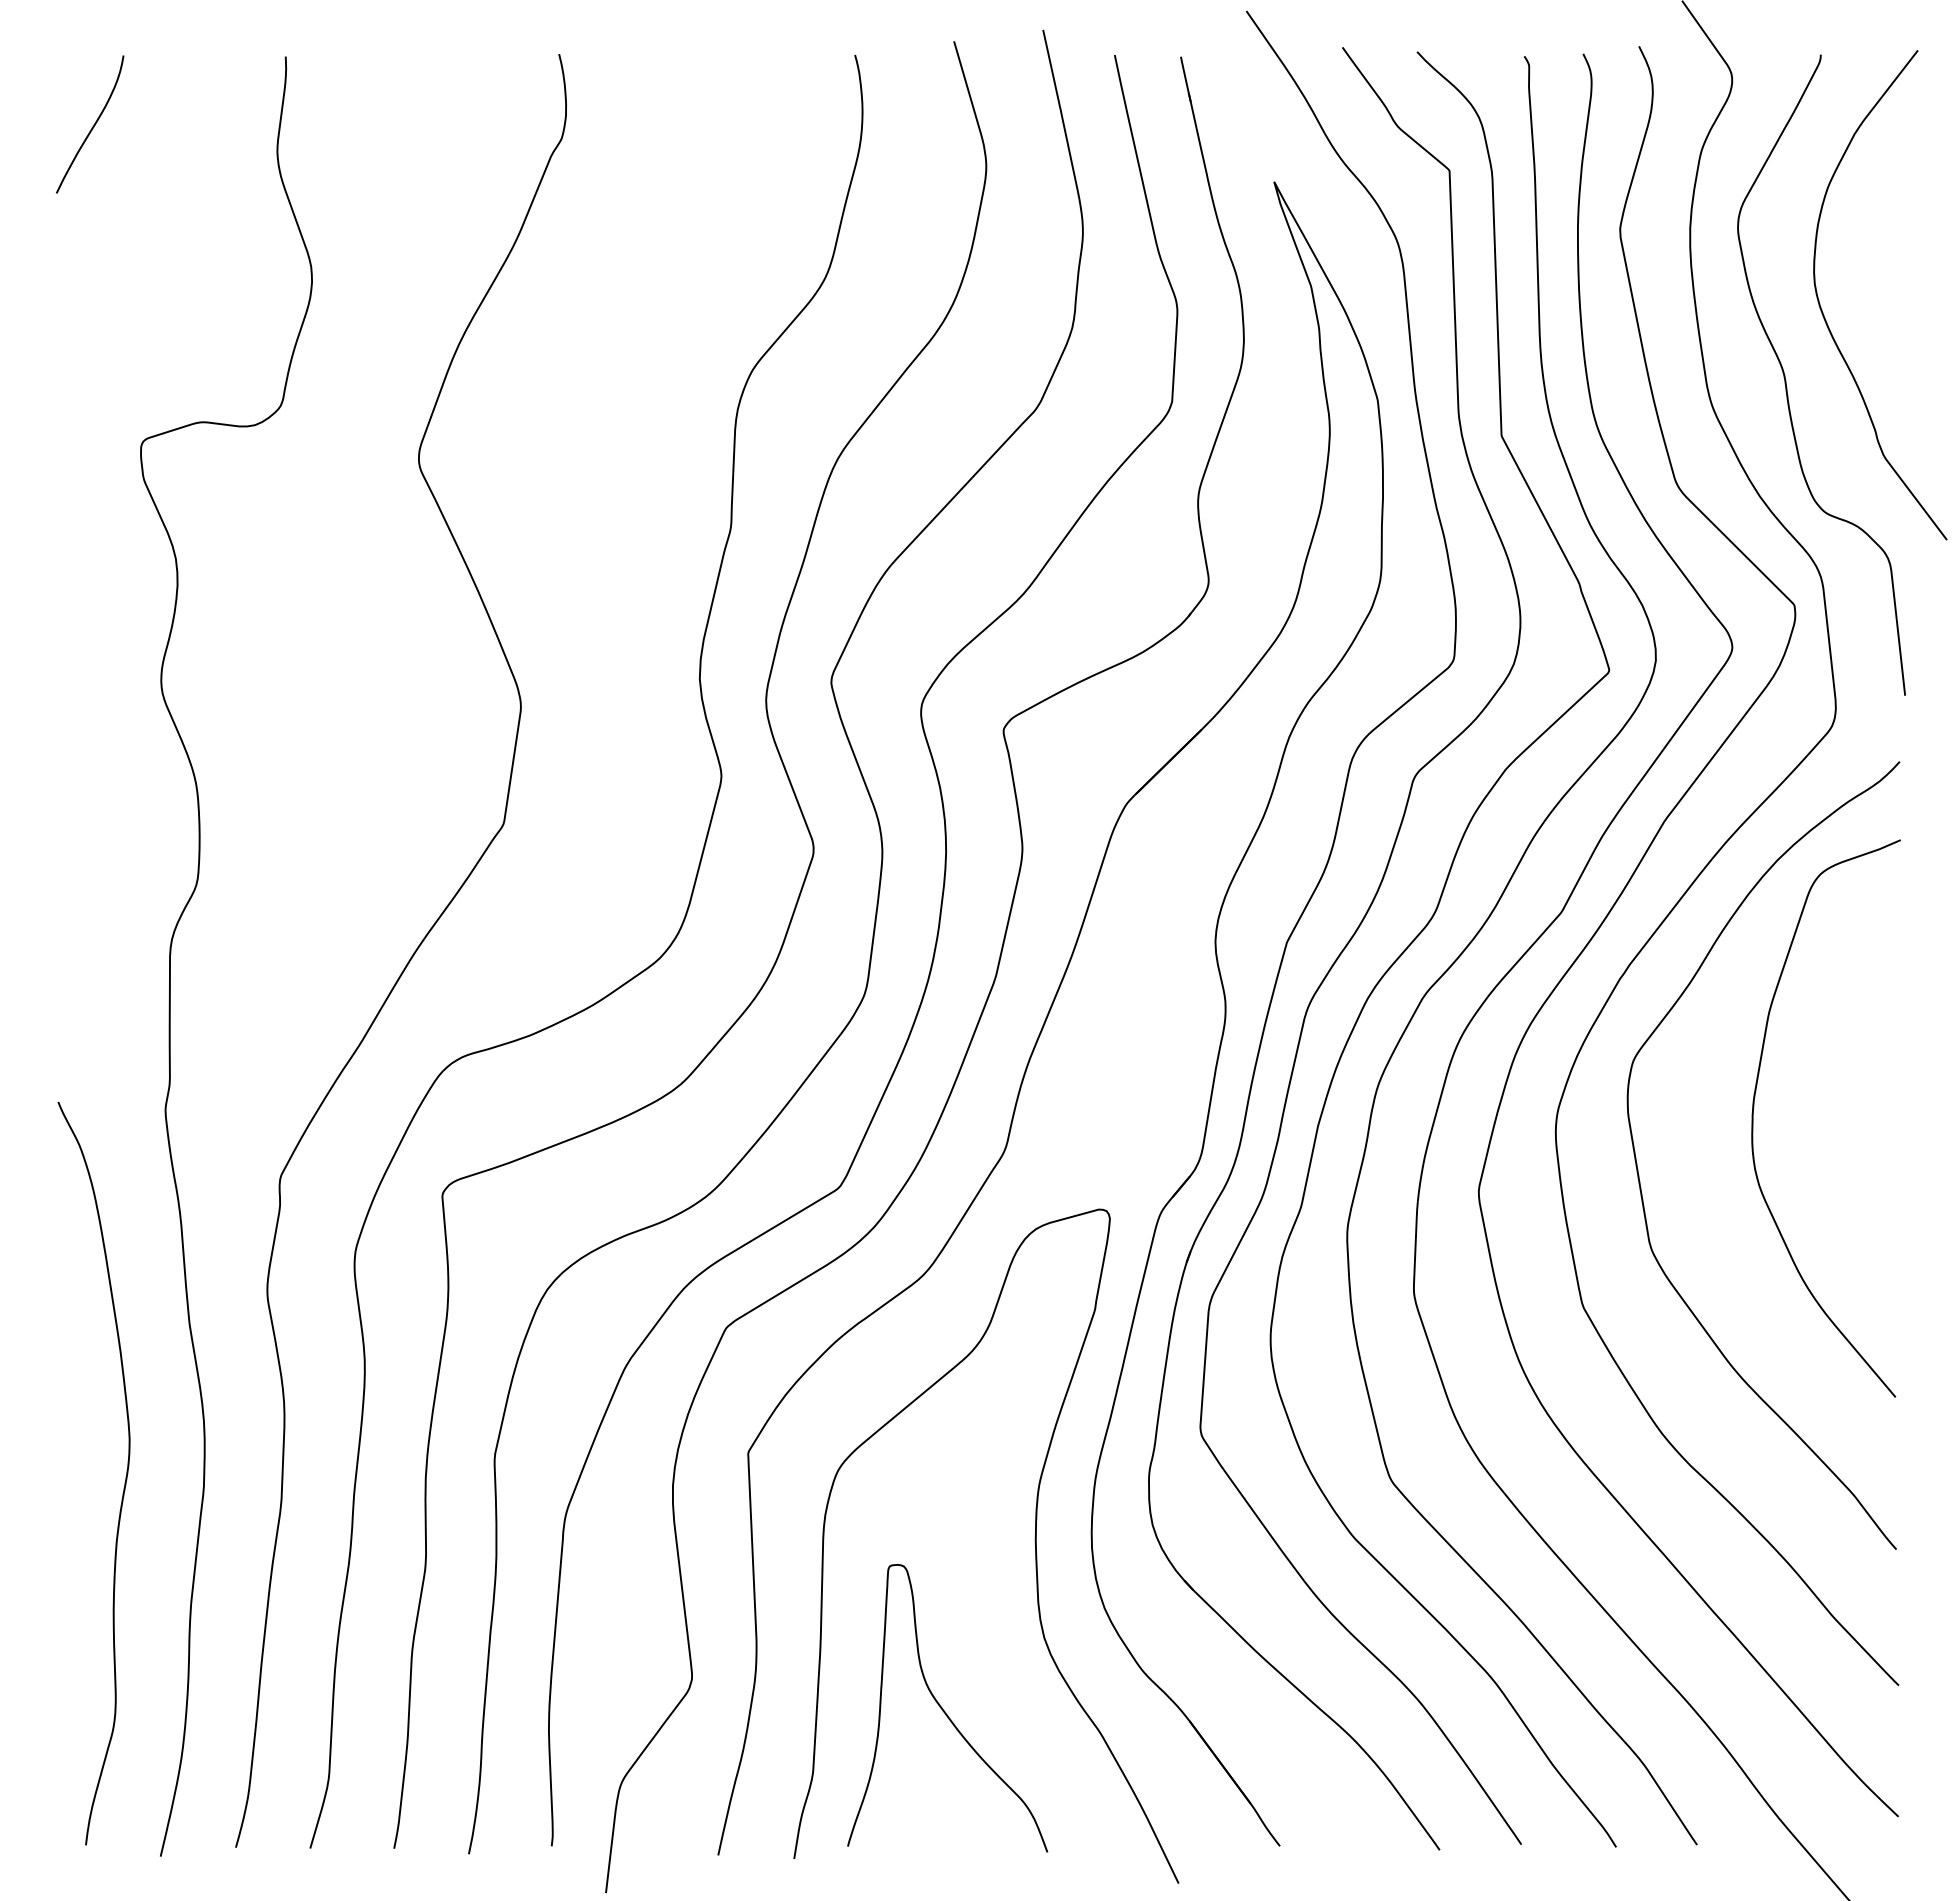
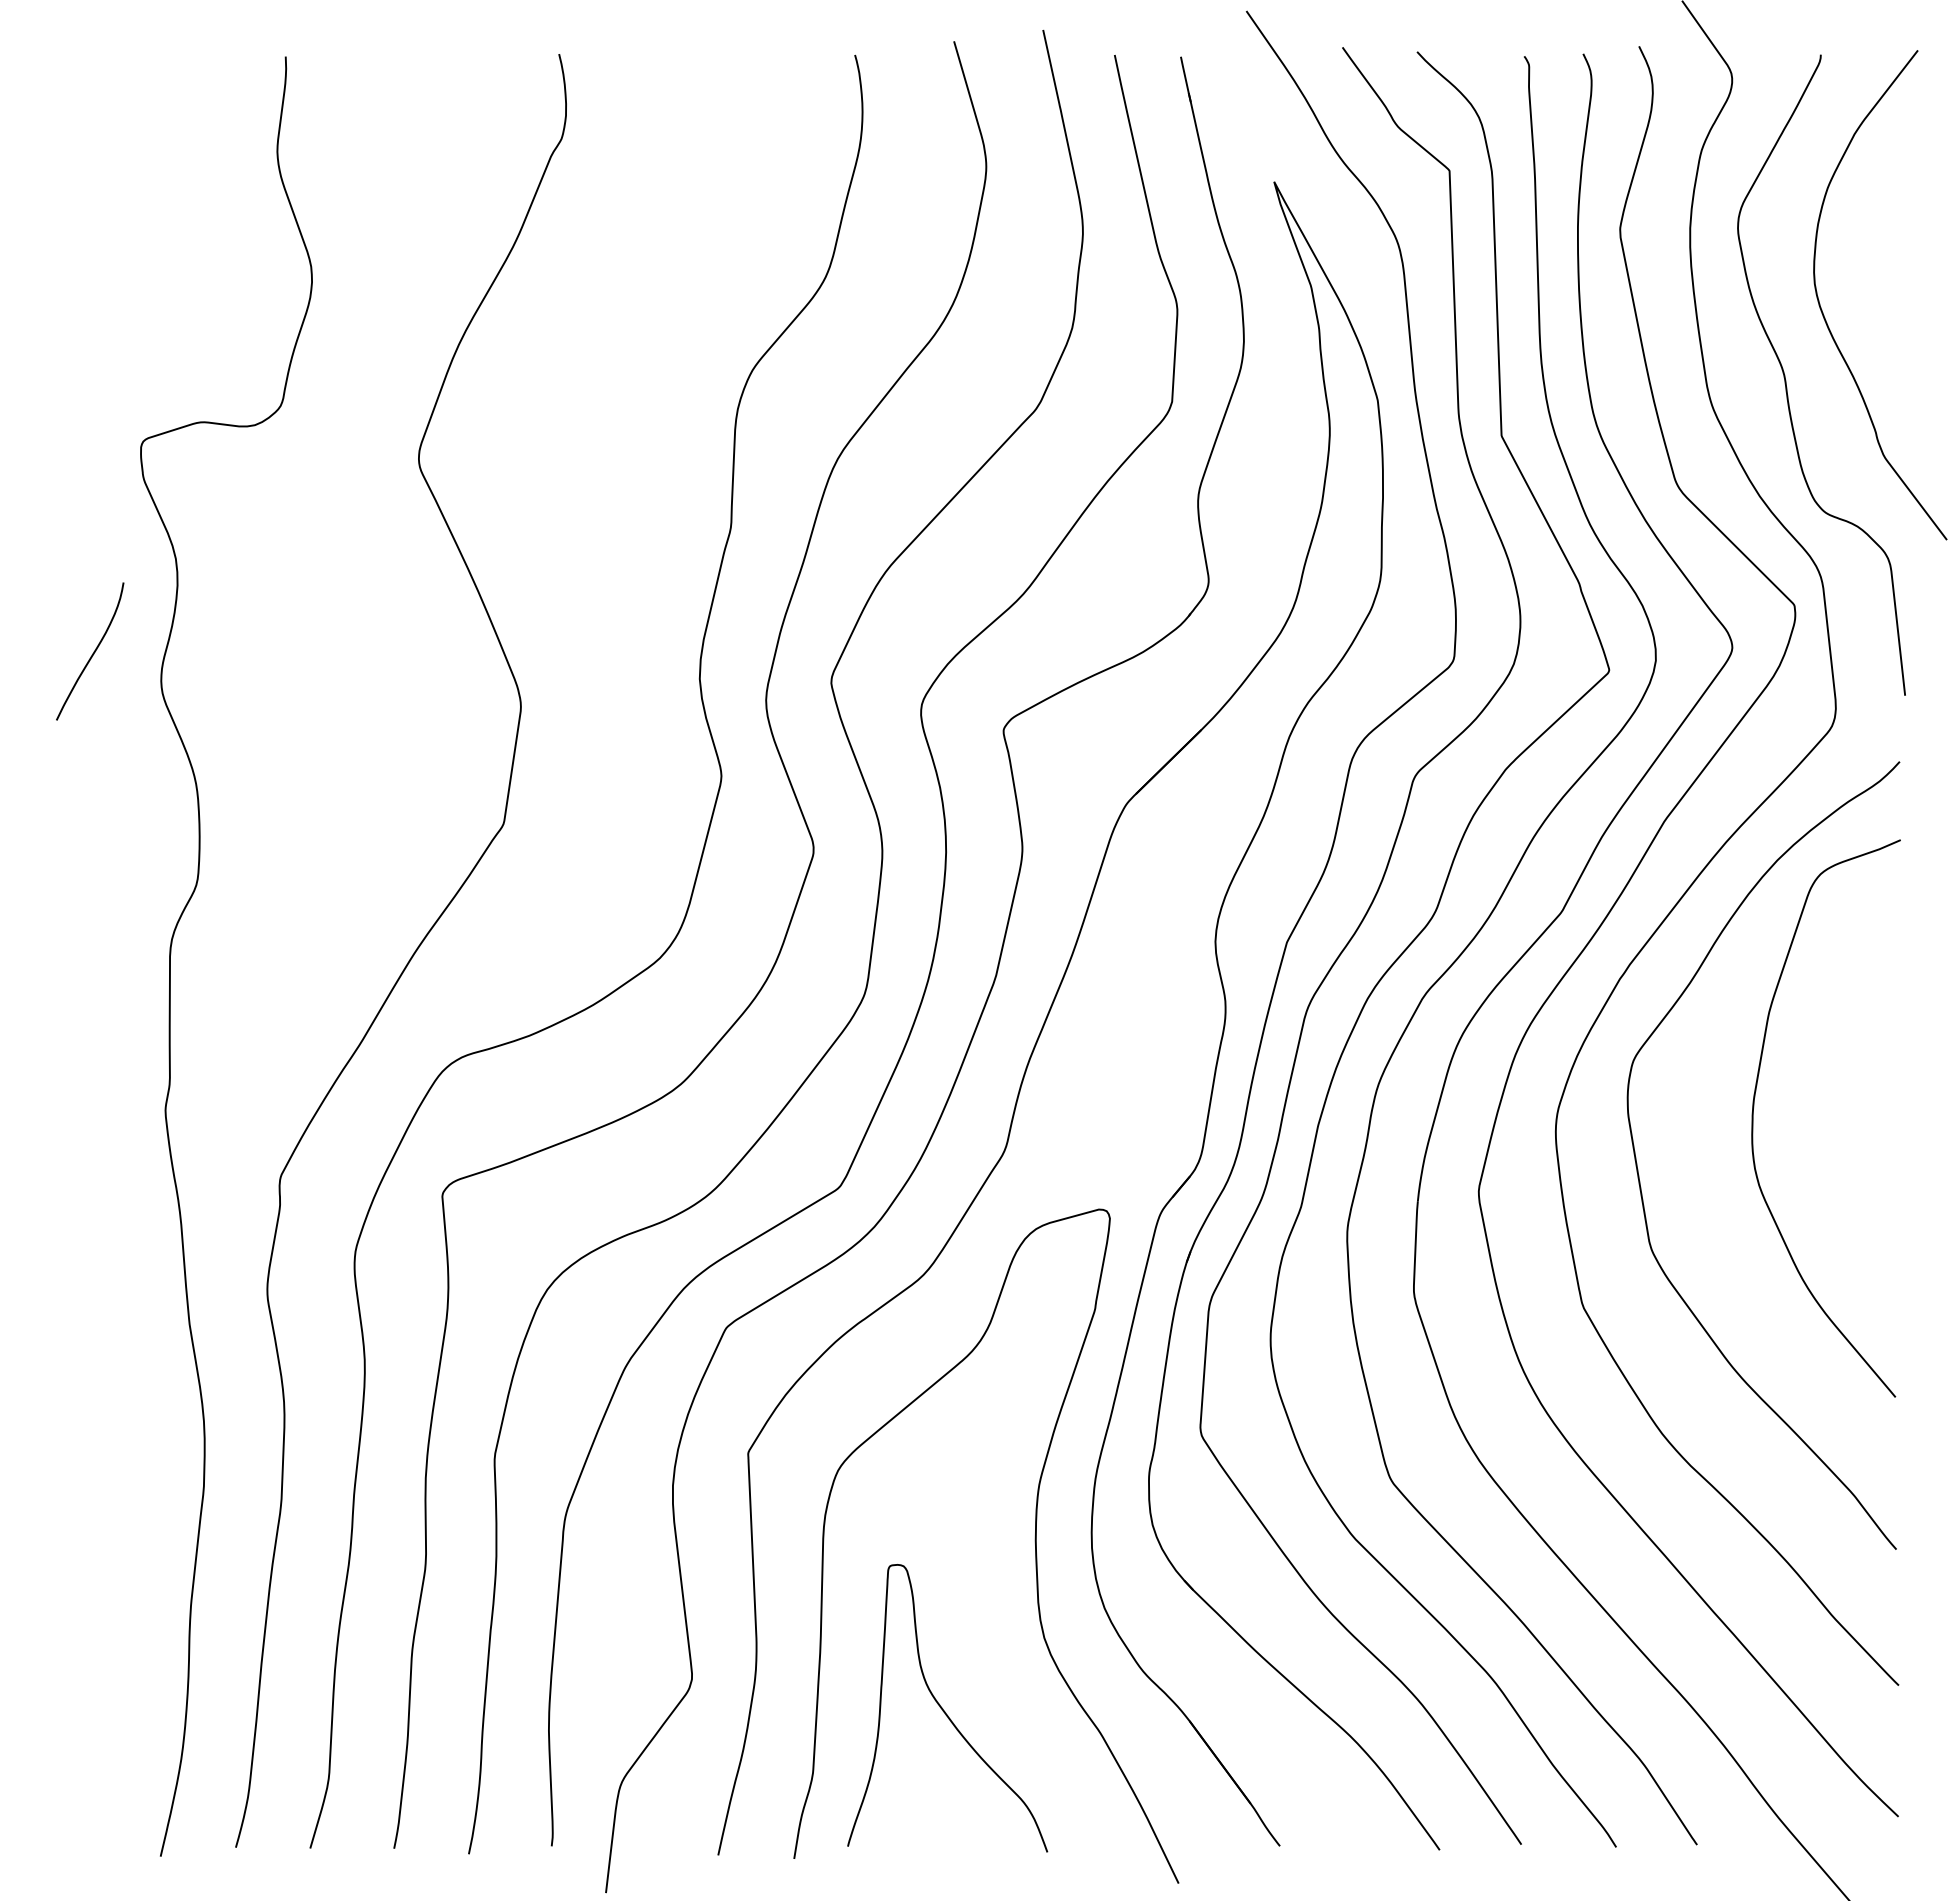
curve at (92, 126) position: (92, 126) -> (92, 653)
curve at (125, 1476): present -> none
